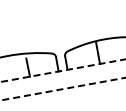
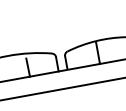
line at (62, 70): dashed -> solid
line at (63, 89): dashed -> solid
